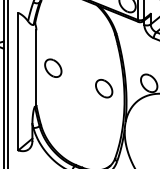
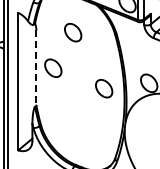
part at (73, 32): none -> present
line at (36, 67): solid -> dashed
